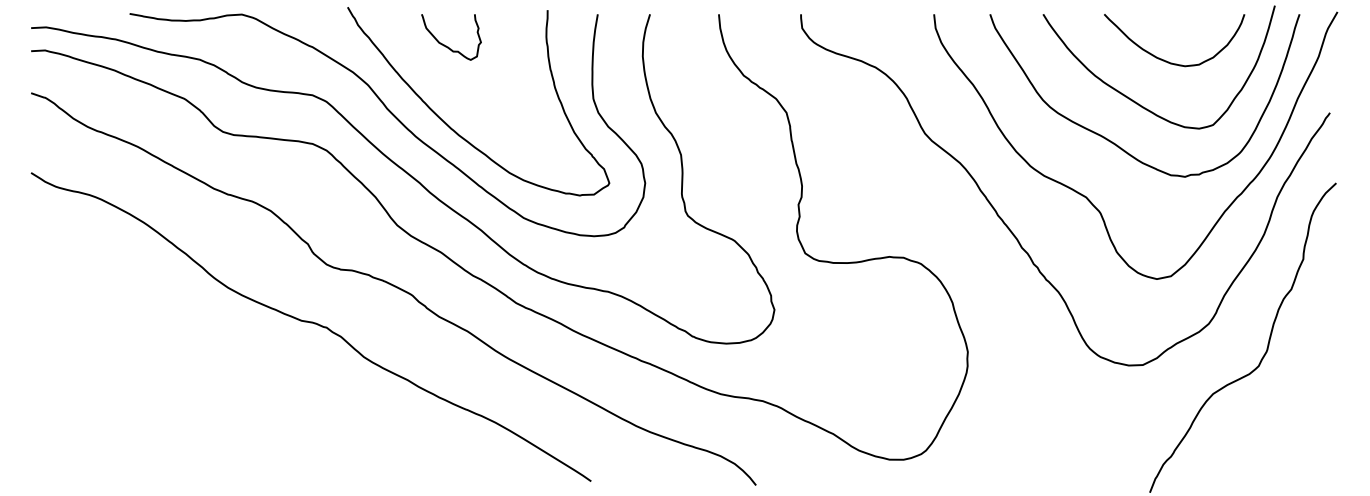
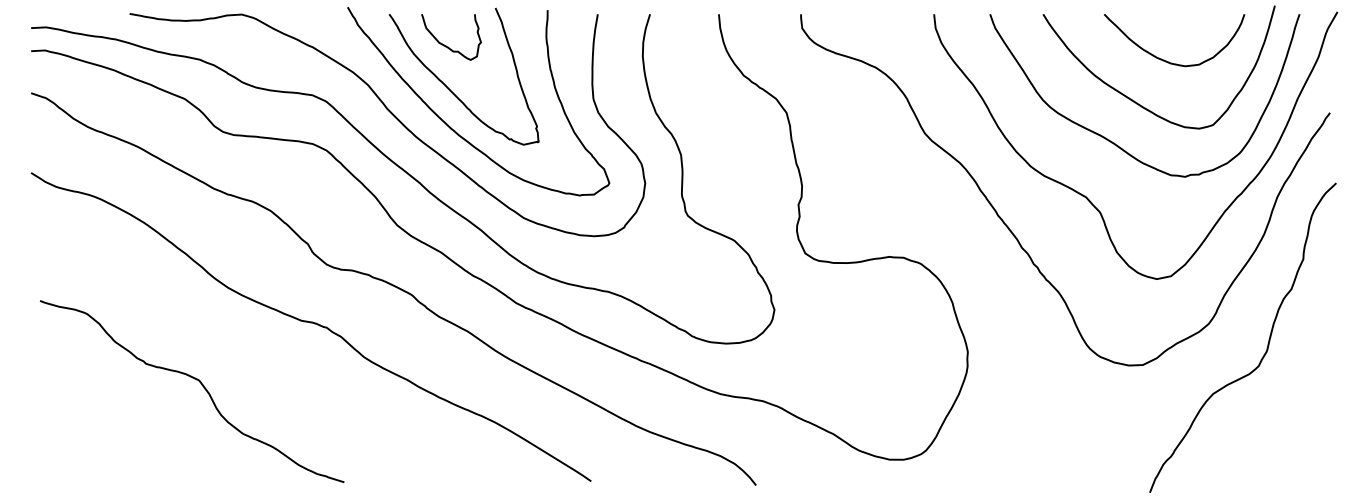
curve at (450, 89): none -> present
curve at (201, 385): none -> present
